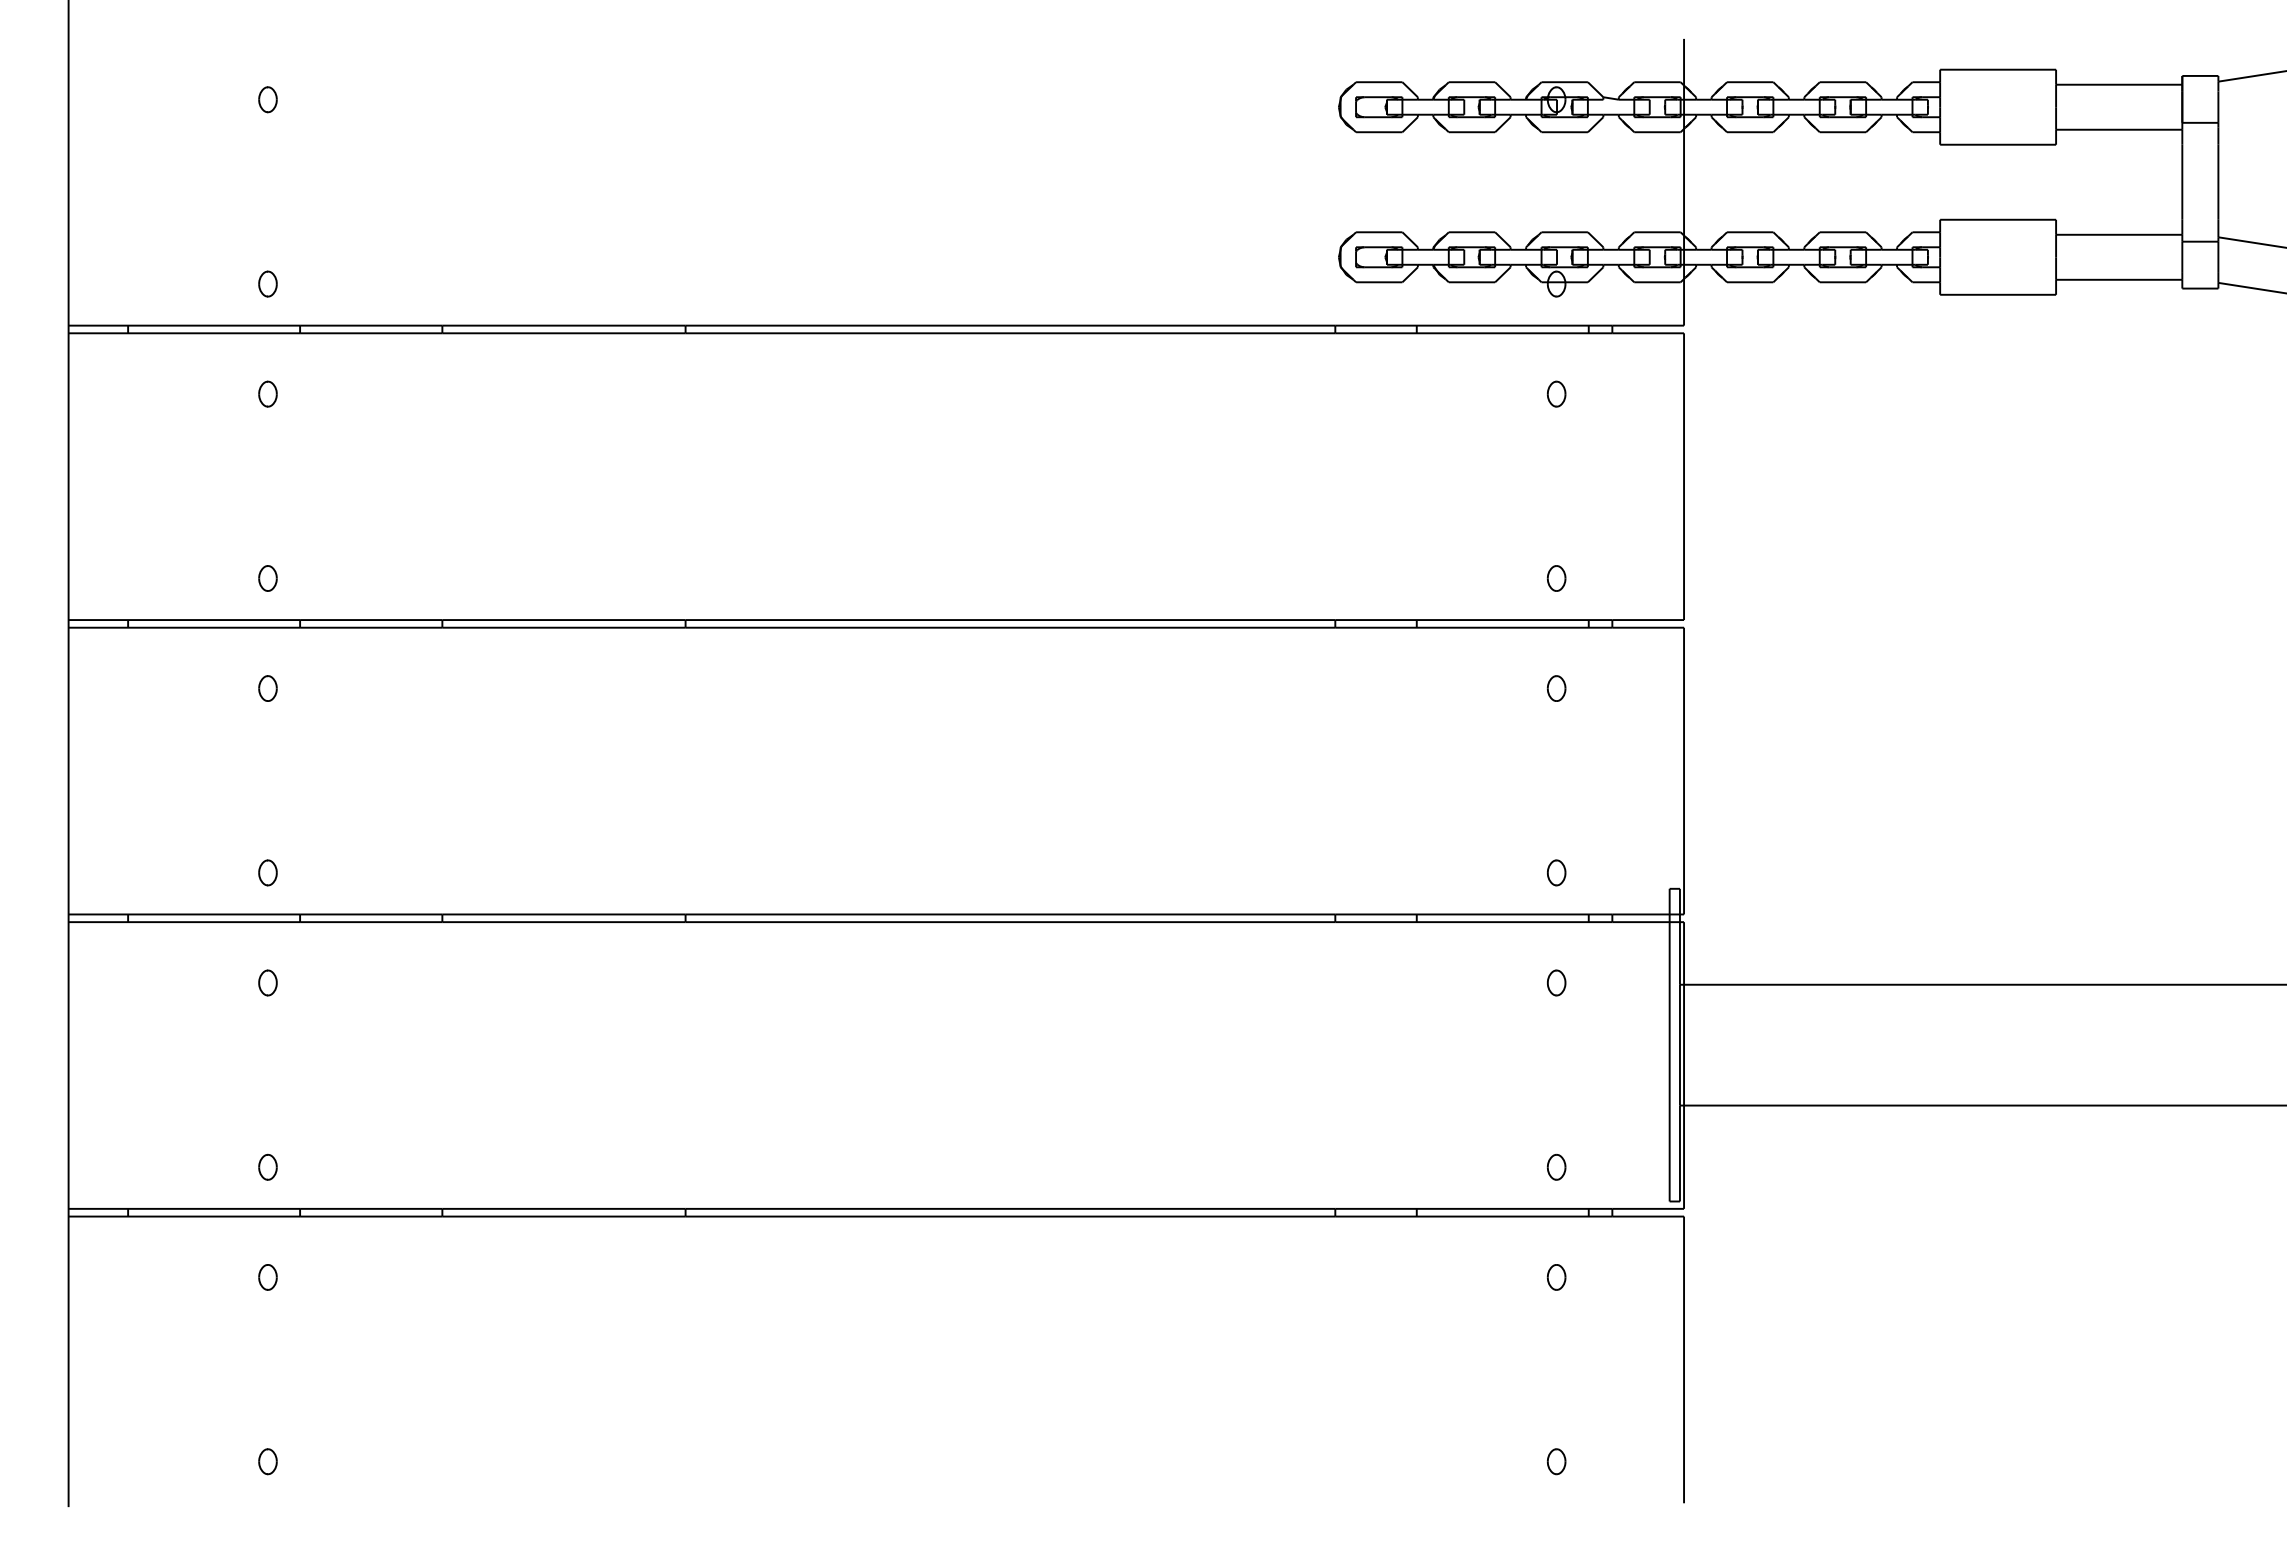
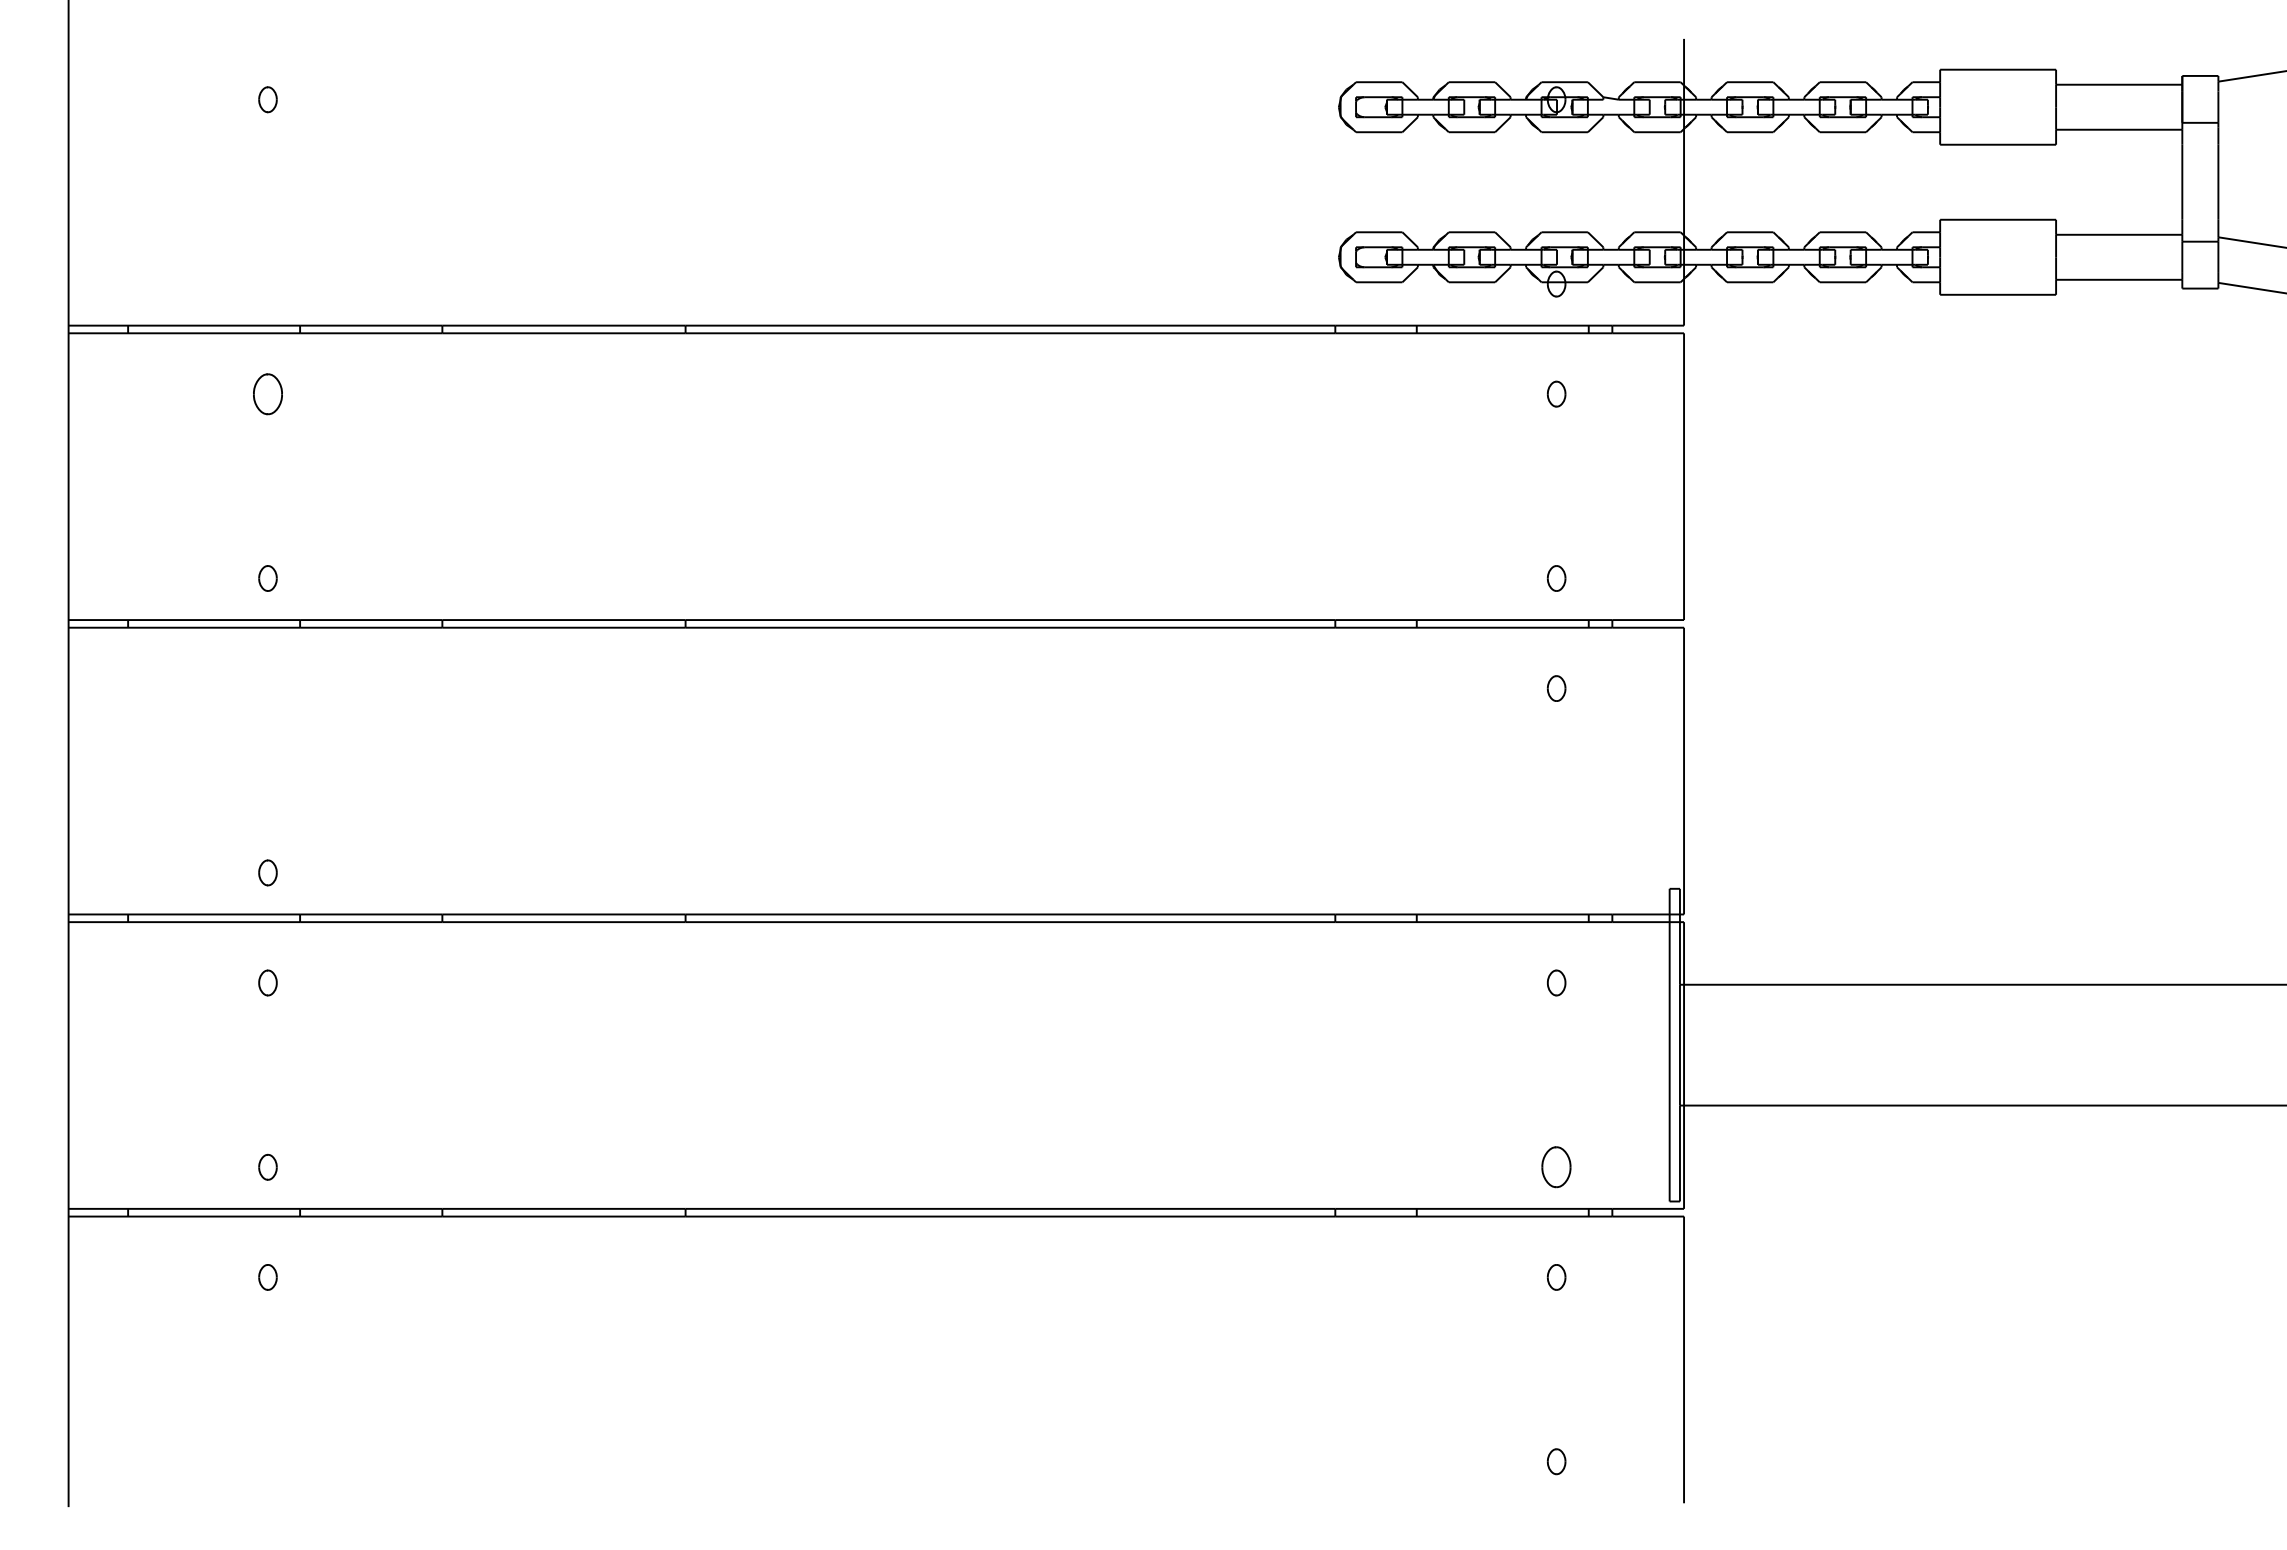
part at (267, 283): present -> none
part at (267, 393) size: 20x28 px -> 30x43 px
part at (267, 688): present -> none
part at (1556, 872): present -> none
part at (1556, 1167) size: 20x27 px -> 31x43 px
part at (267, 1461): present -> none
